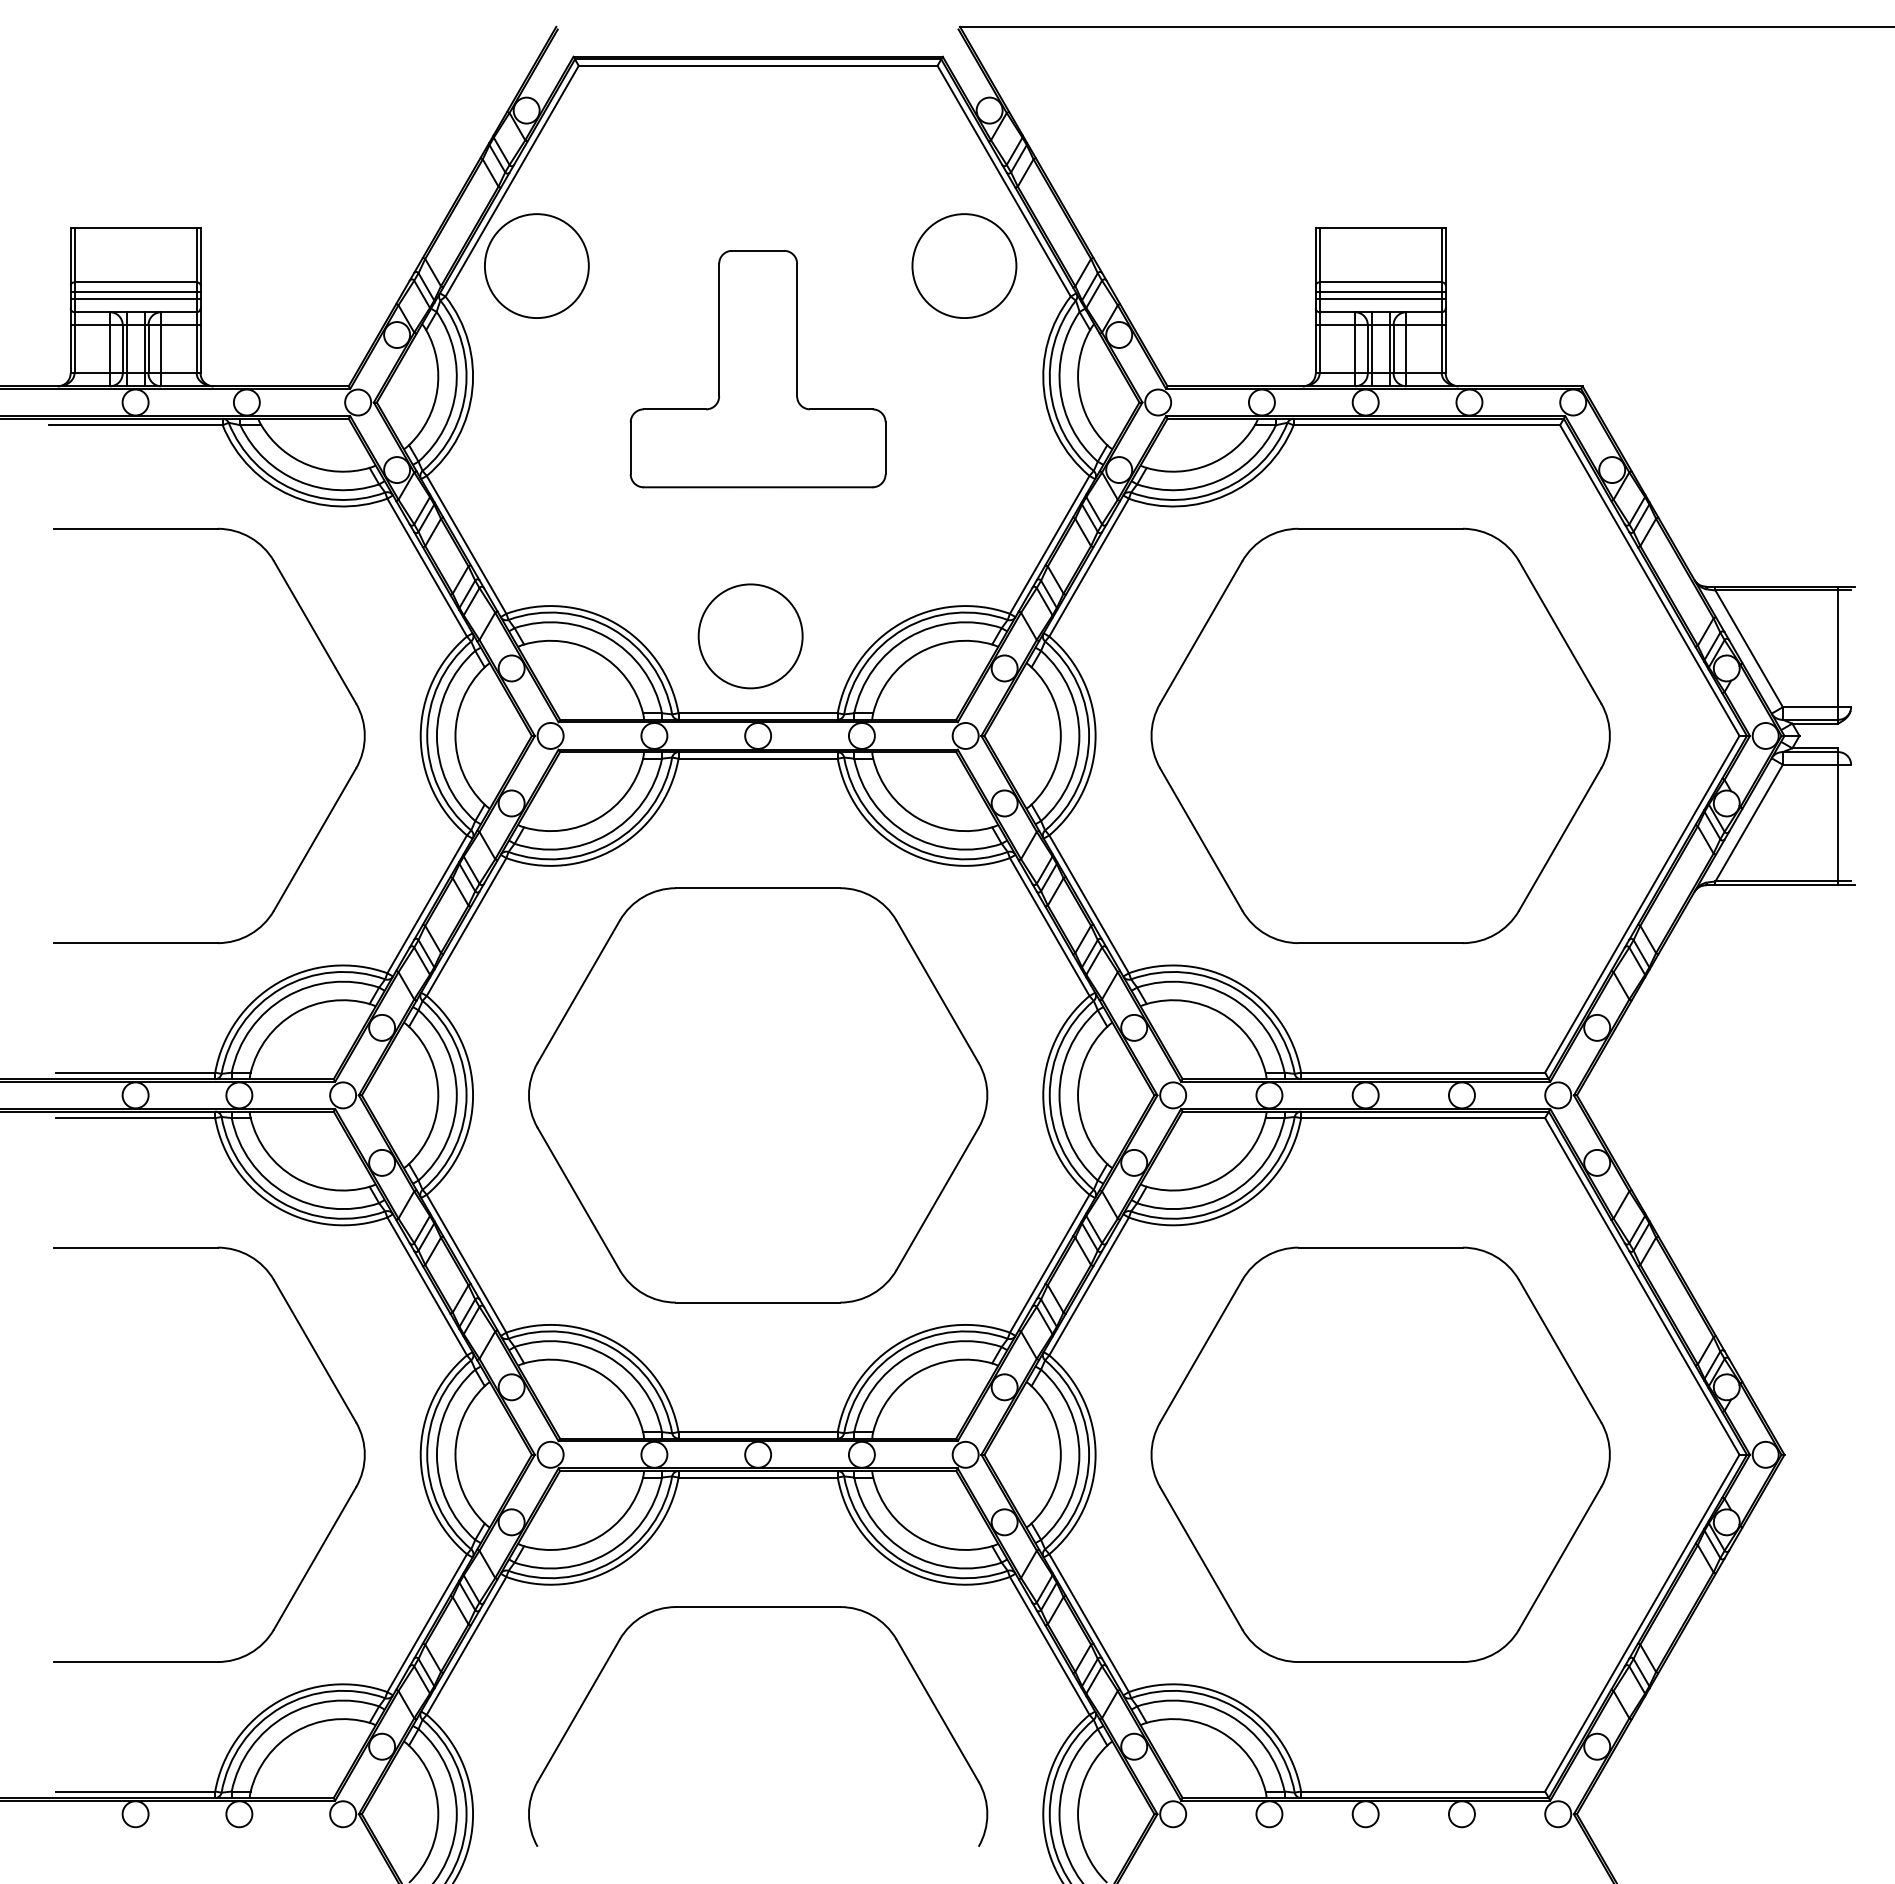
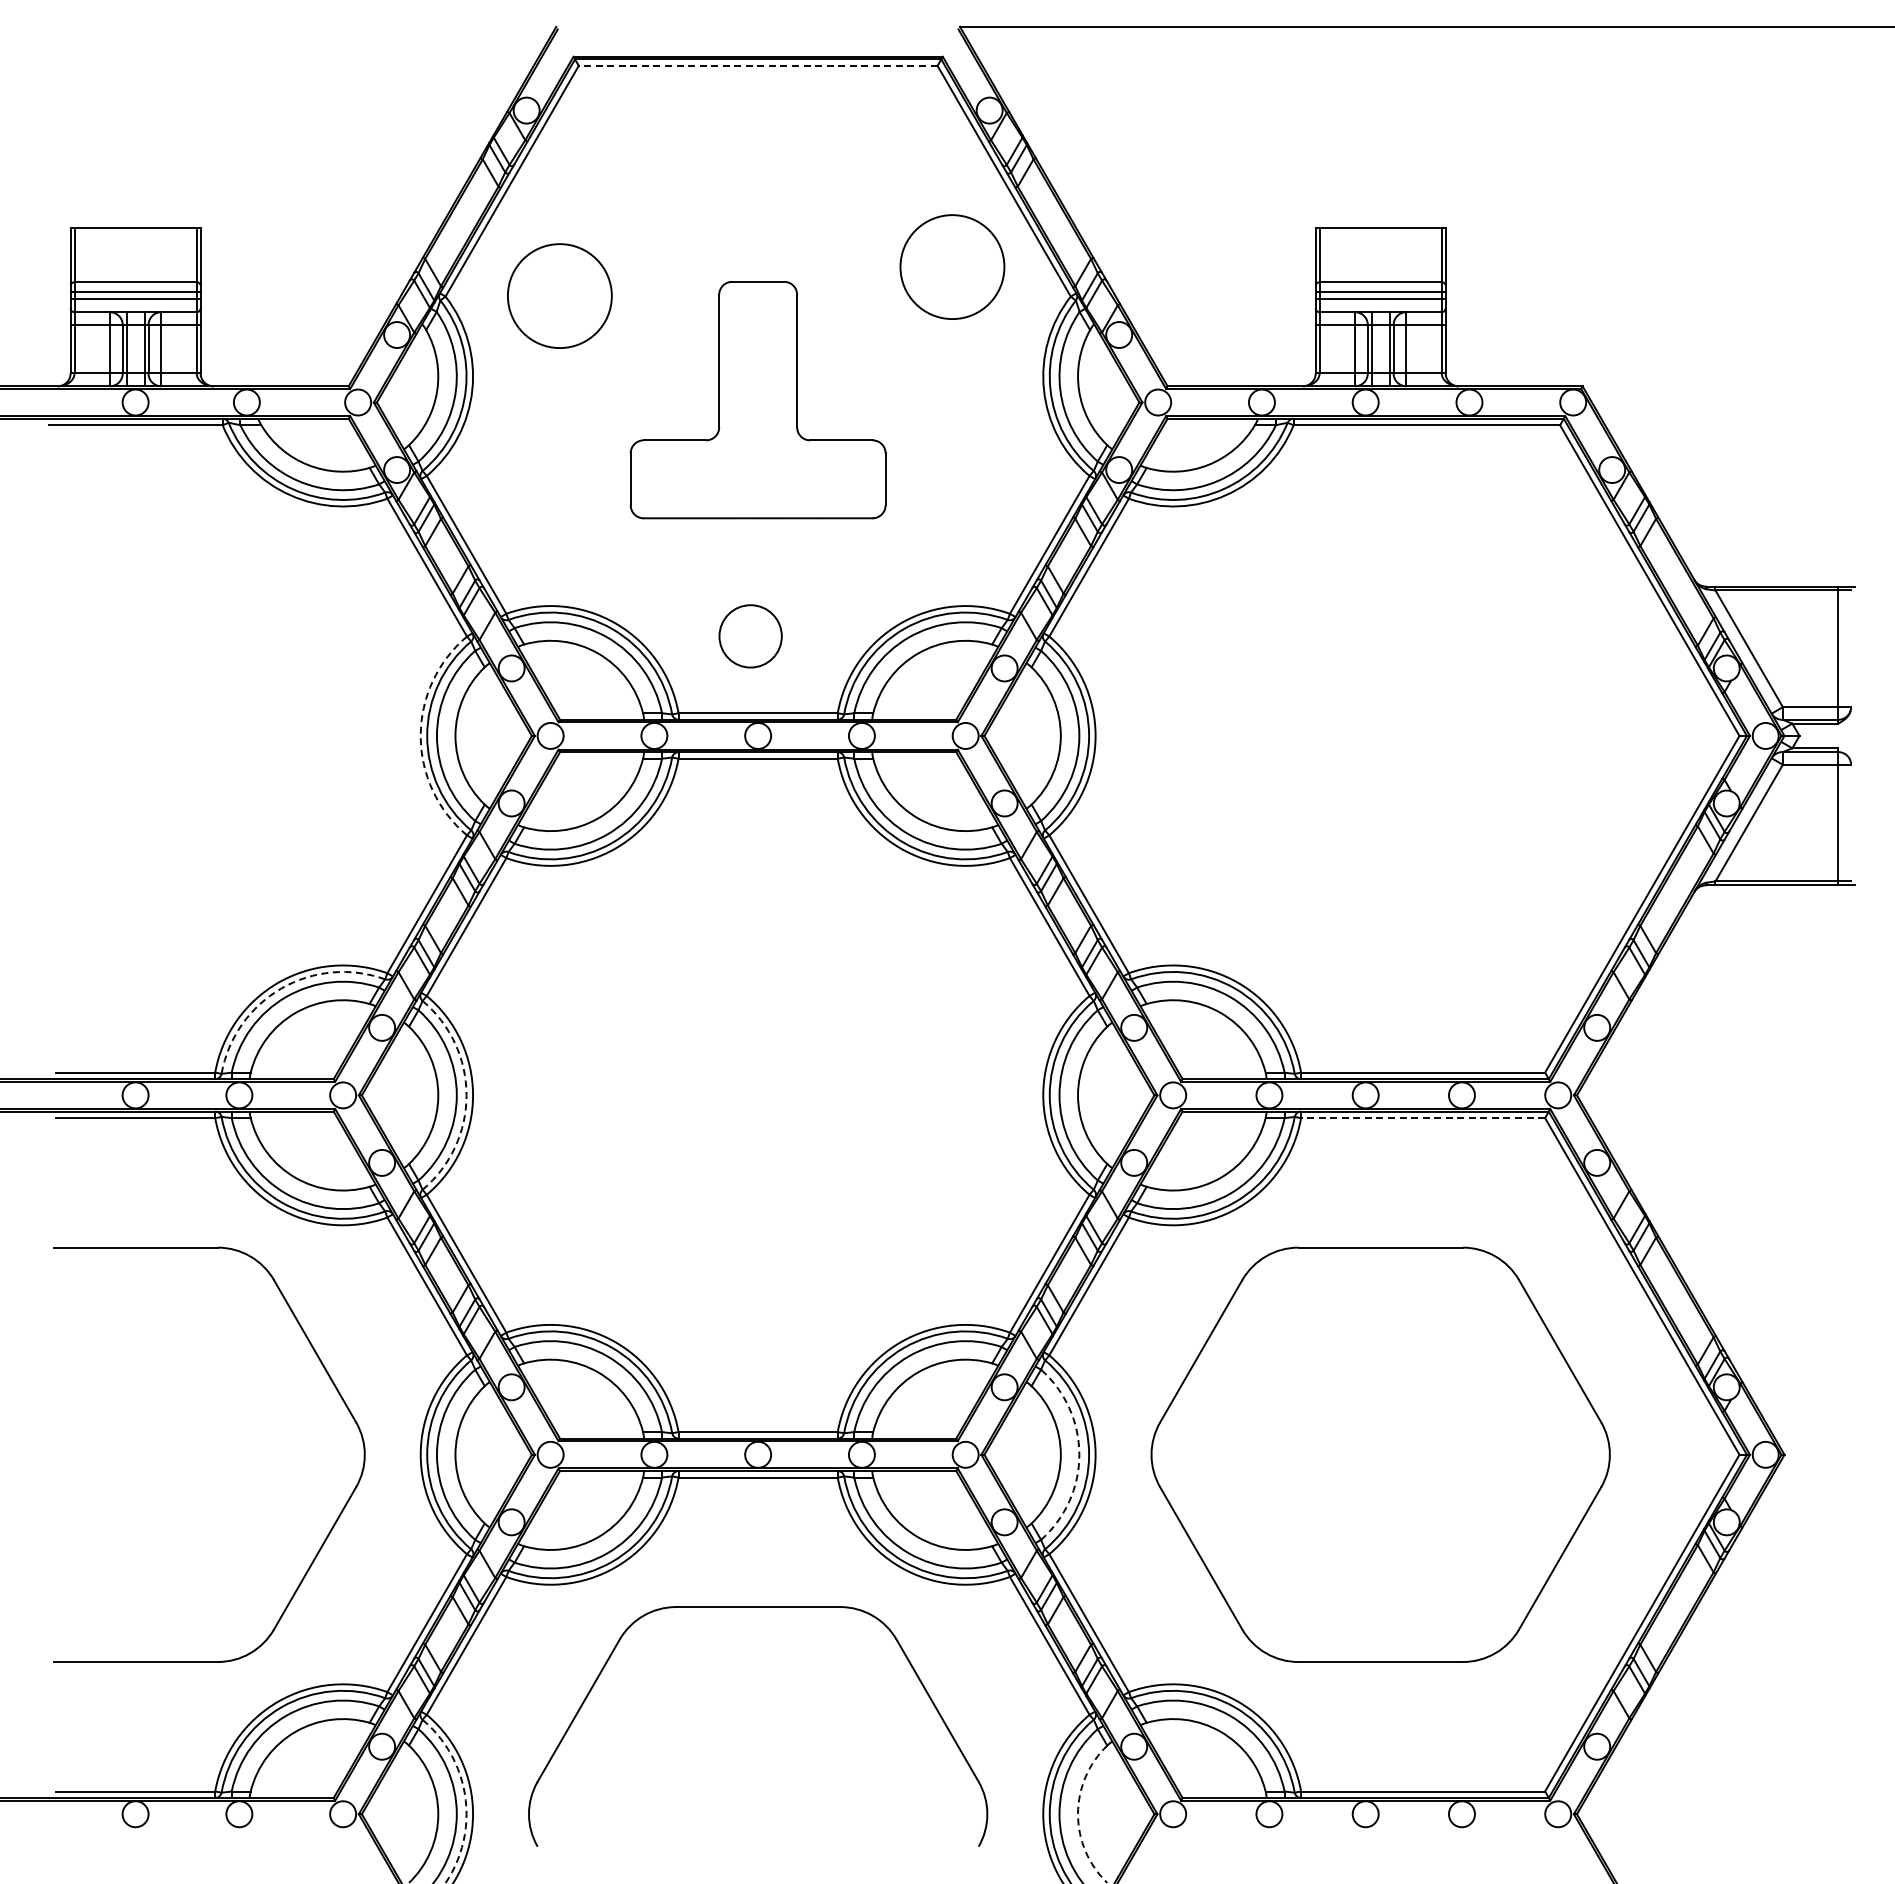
line at (757, 65): solid -> dashed
circle at (536, 265) position: (536, 265) -> (559, 295)
circle at (964, 265) position: (964, 265) -> (952, 266)
part at (757, 369) position: (757, 369) -> (757, 400)
circle at (750, 636) diameter: 104 px -> 62 px
part at (334, 668): present -> none
arc at (420, 735): solid -> dashed
part at (1380, 735): present -> none
arc at (281, 988): solid -> dashed
arc at (466, 1095): solid -> dashed
part at (758, 1095): present -> none
line at (1423, 1118): solid -> dashed
arc at (1079, 1454): solid -> dashed
arc at (465, 1797): solid -> dashed
arc at (1078, 1814): solid -> dashed
